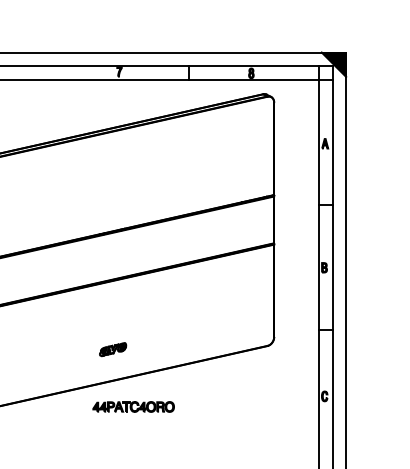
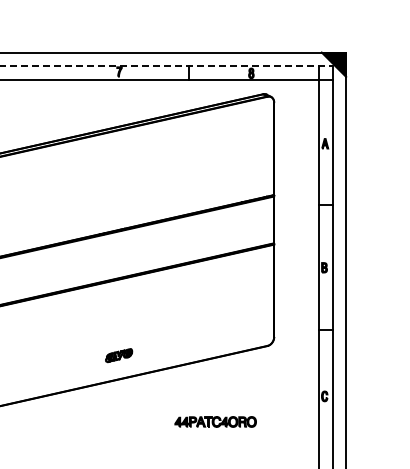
line at (166, 66): solid -> dashed
part at (113, 349) position: (113, 349) -> (119, 355)
part at (133, 406) position: (133, 406) -> (215, 421)
